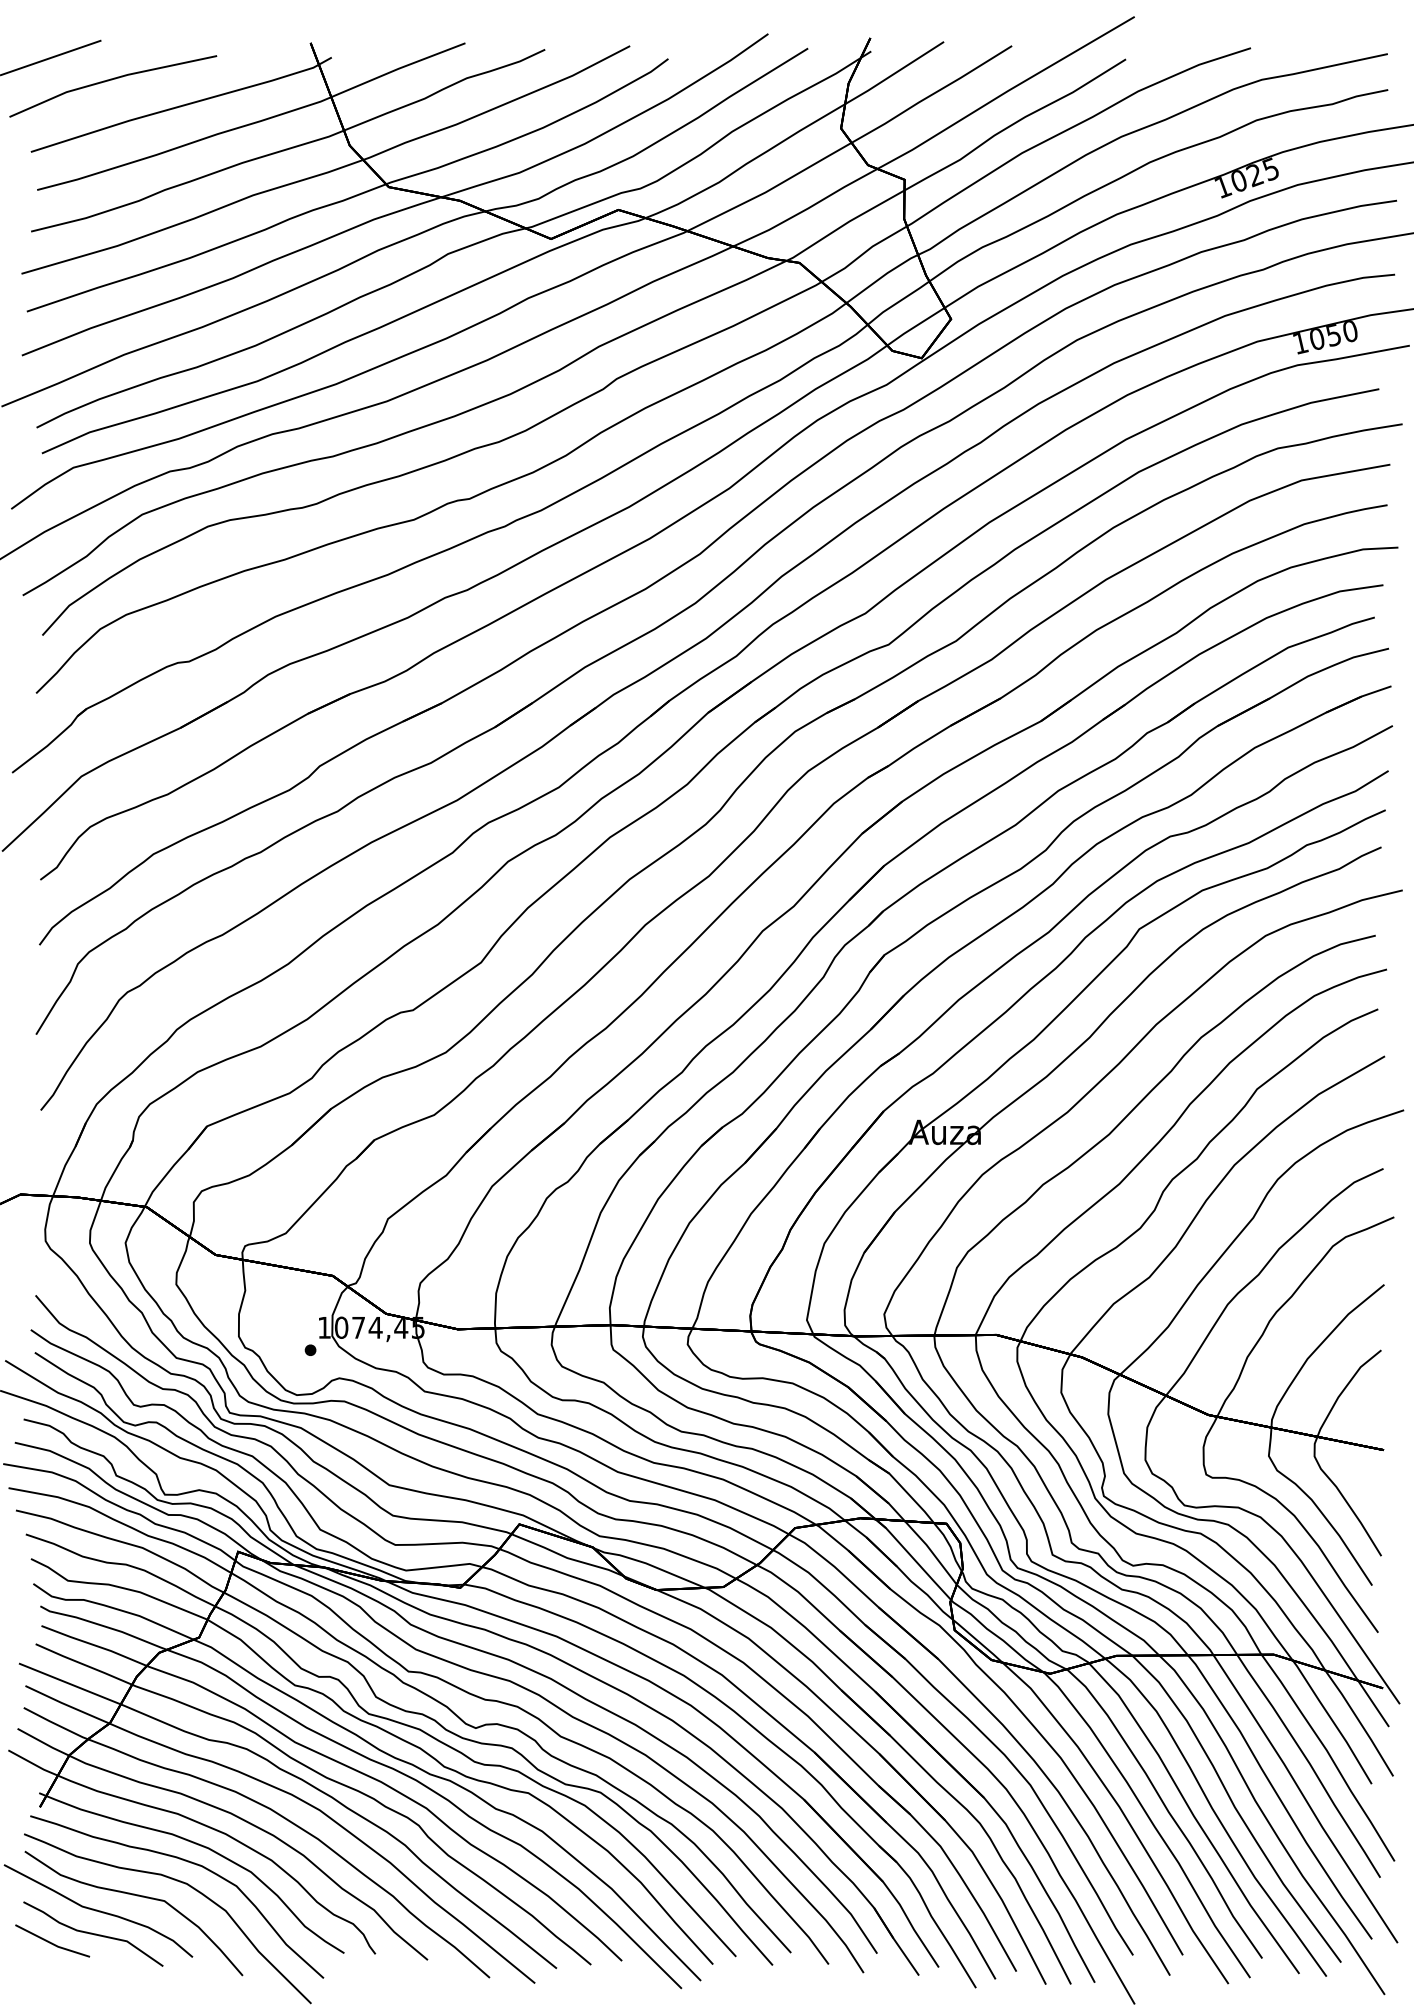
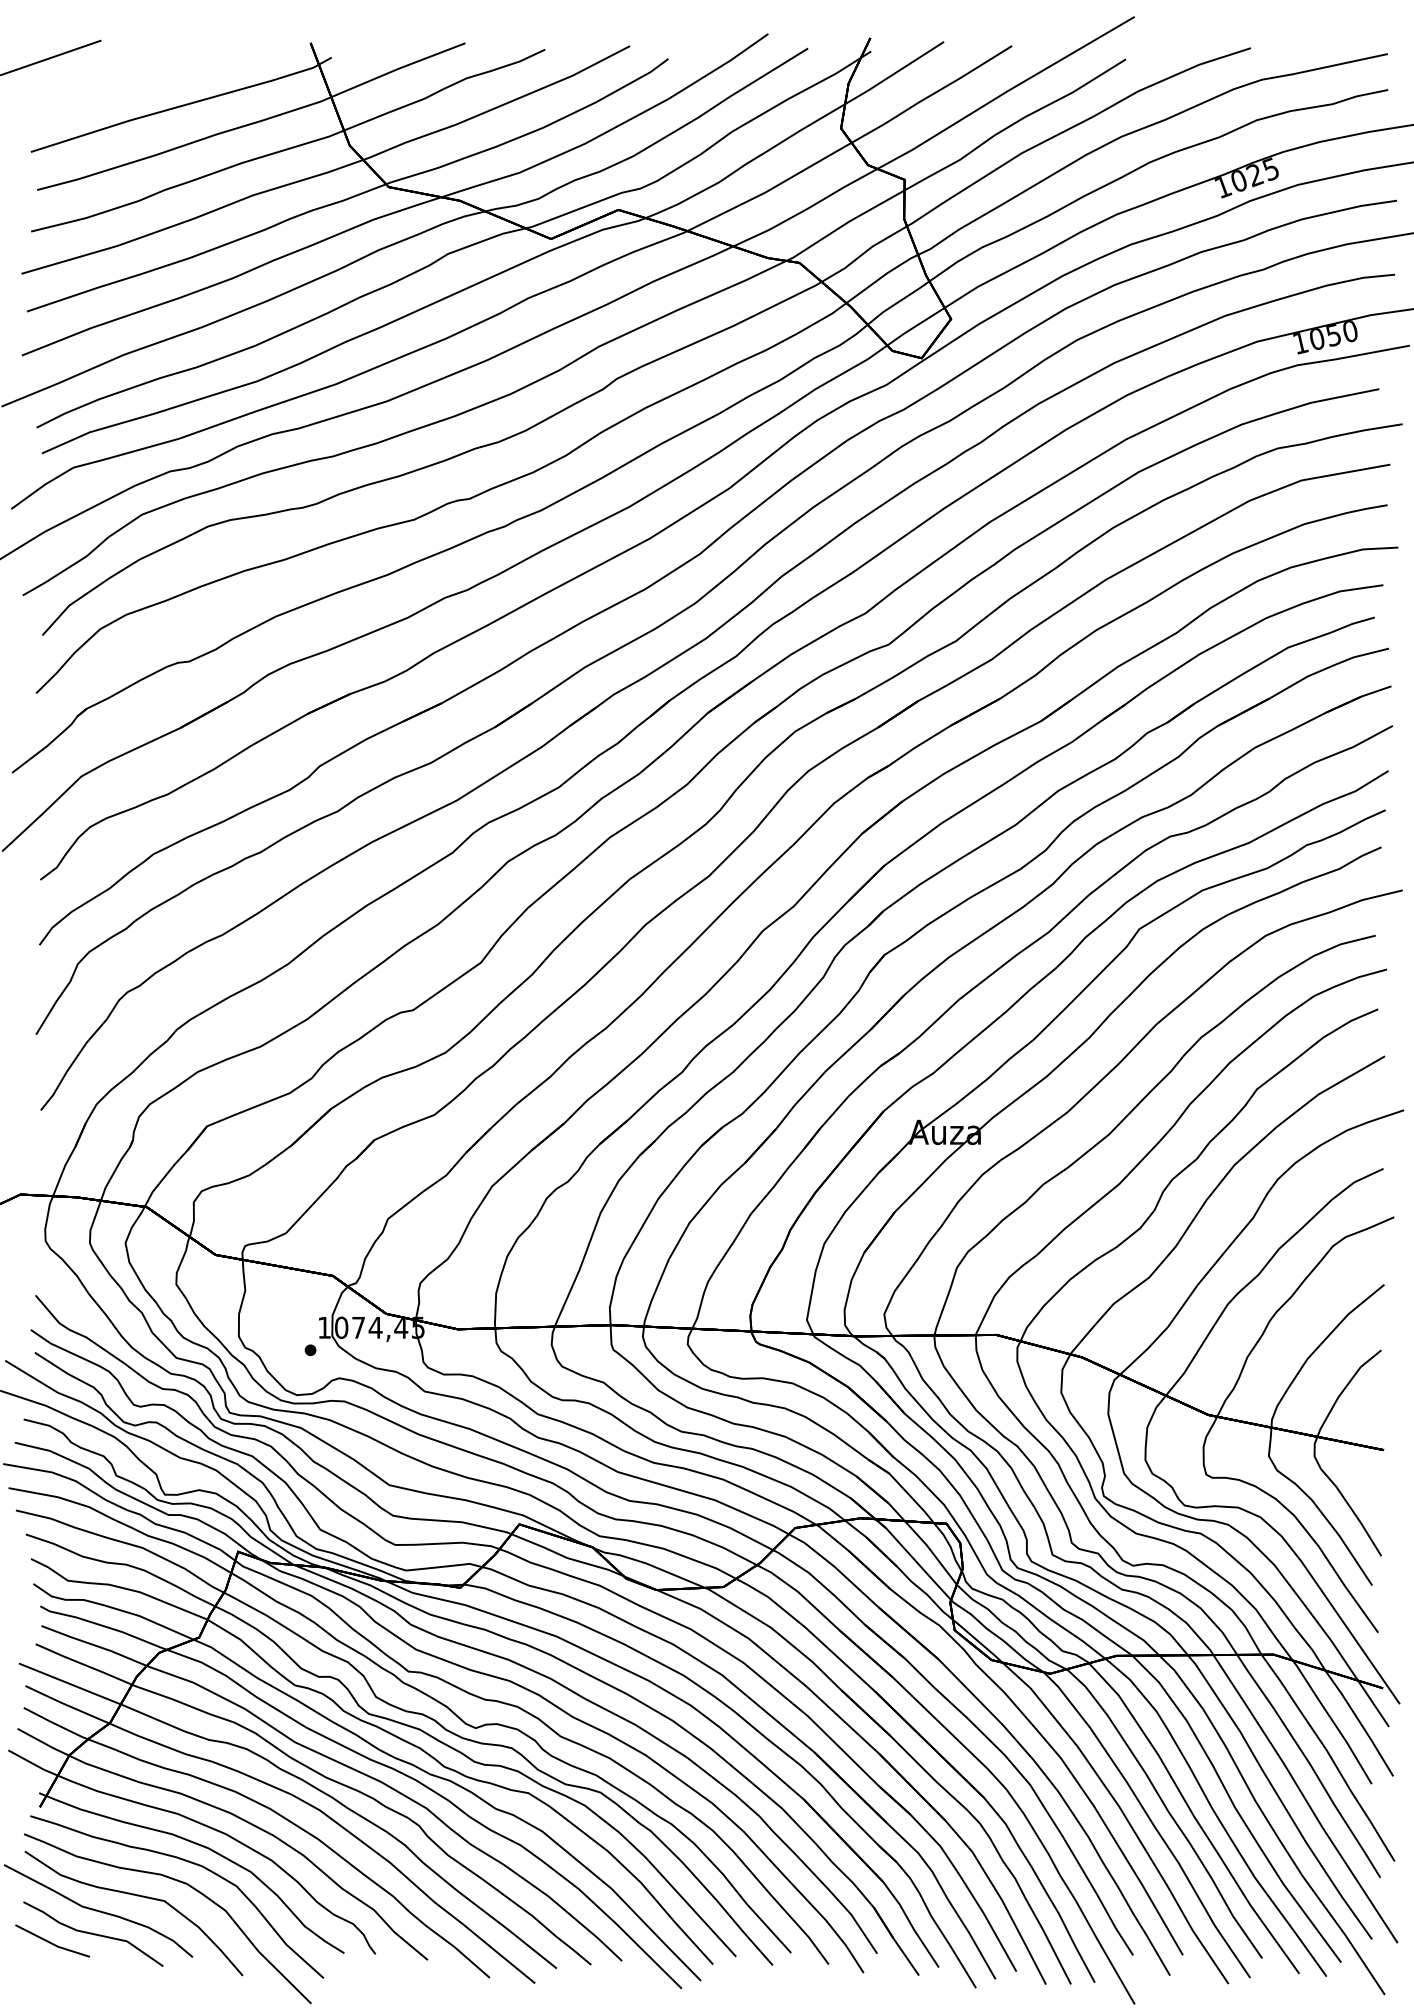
part at (112, 80): present -> none
